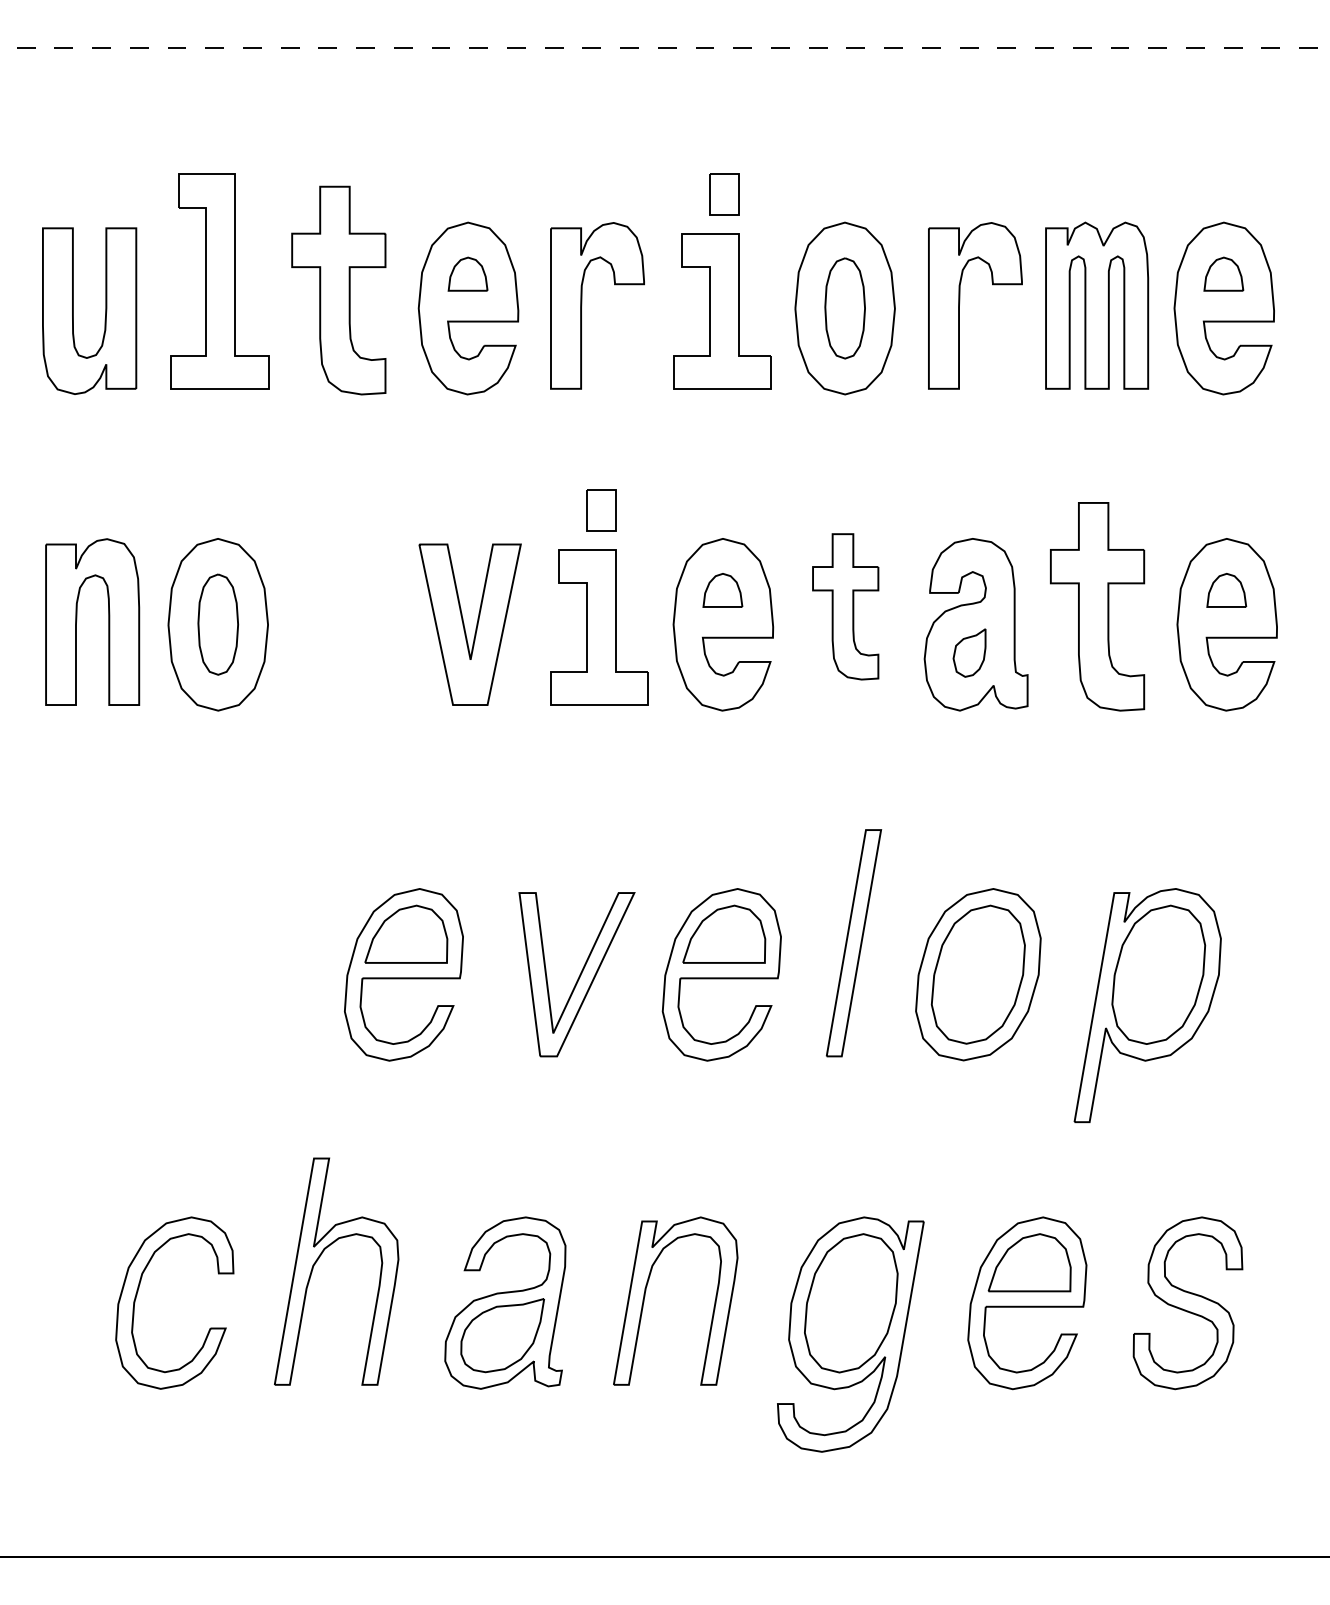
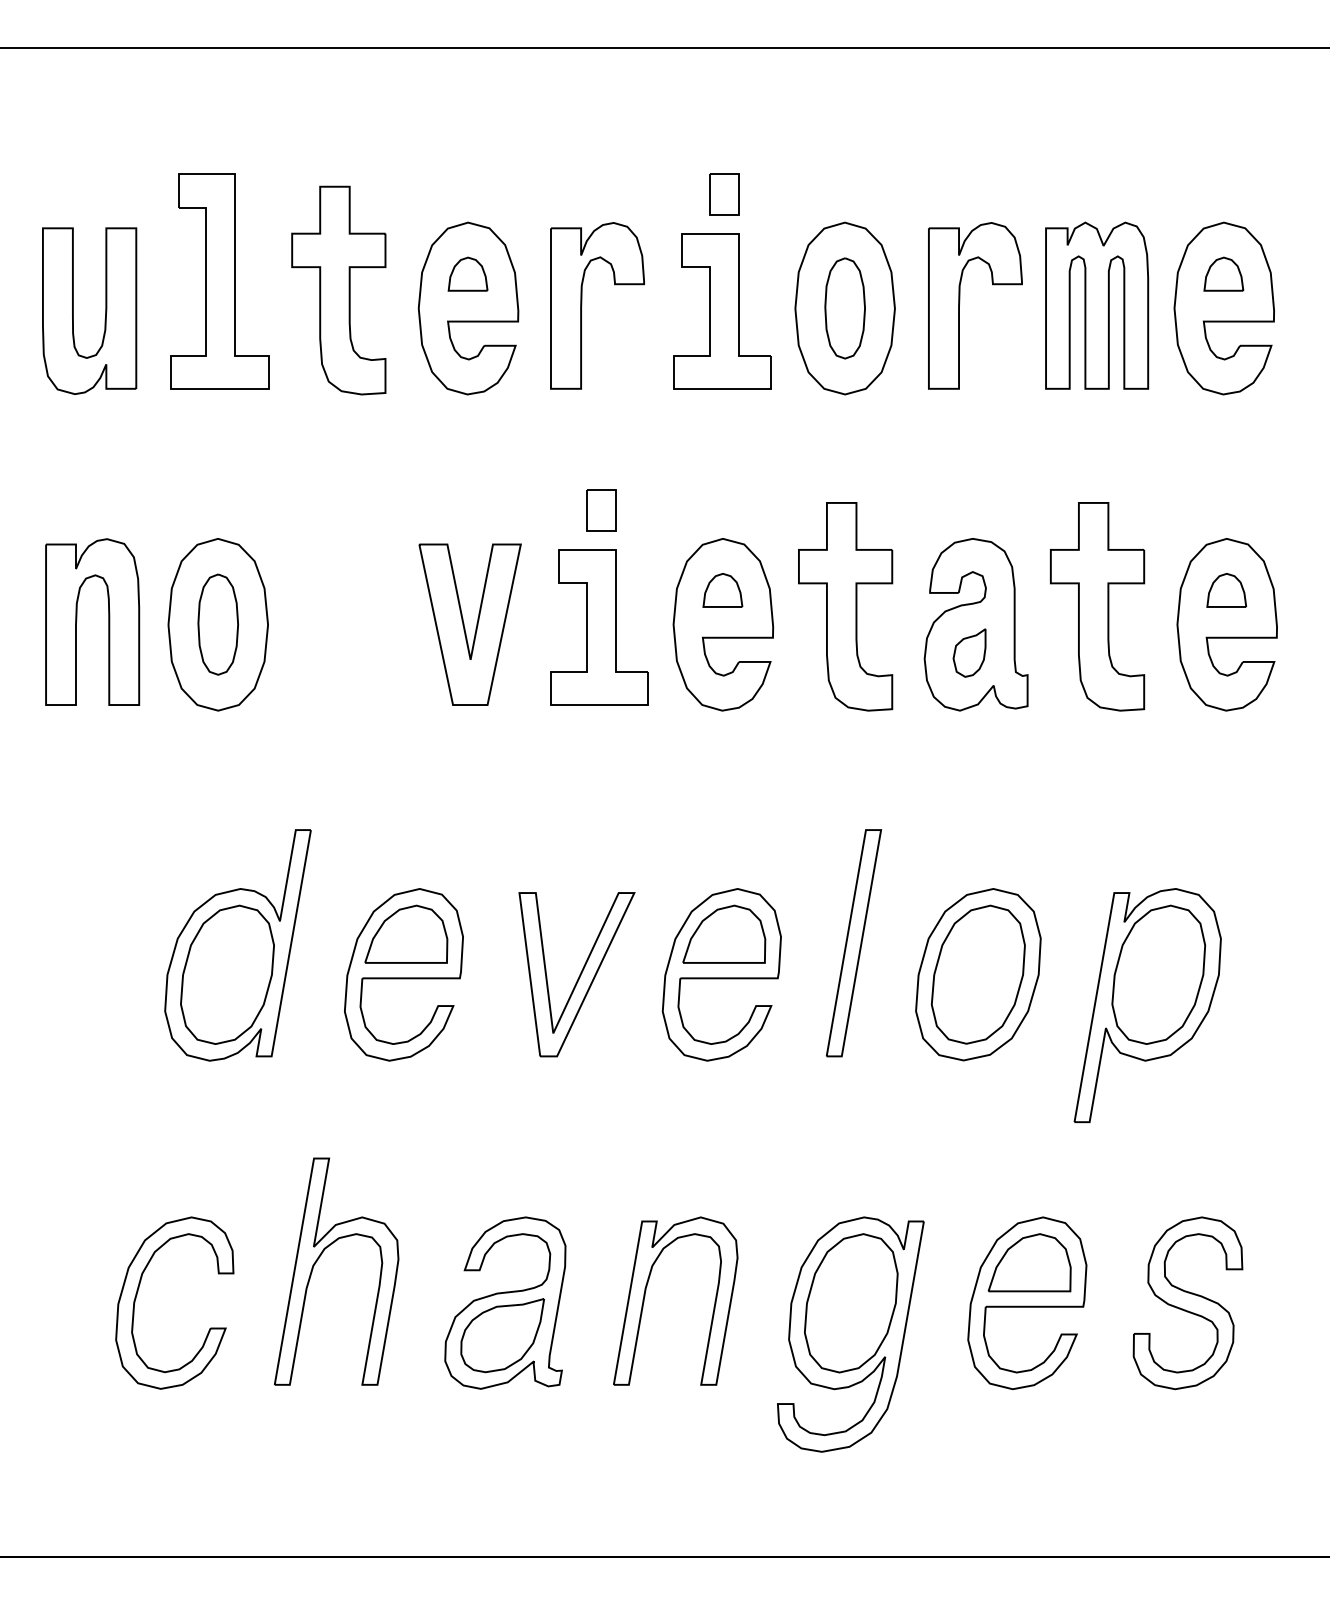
line at (665, 48): dashed -> solid
part at (845, 606) size: 68x148 px -> 96x210 px
part at (237, 945): none -> present
